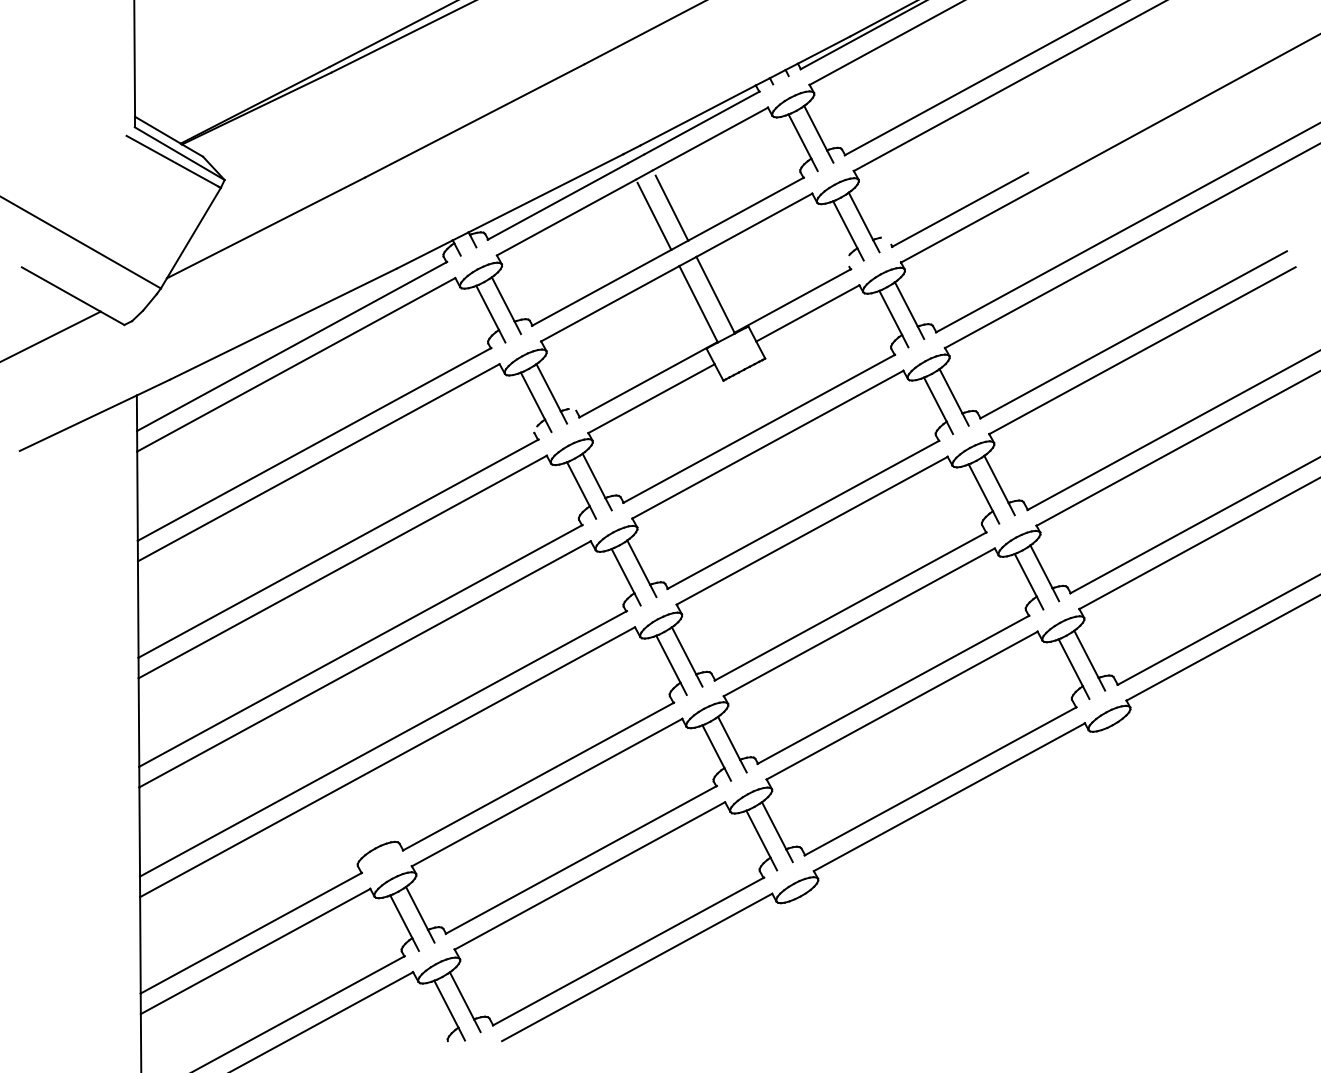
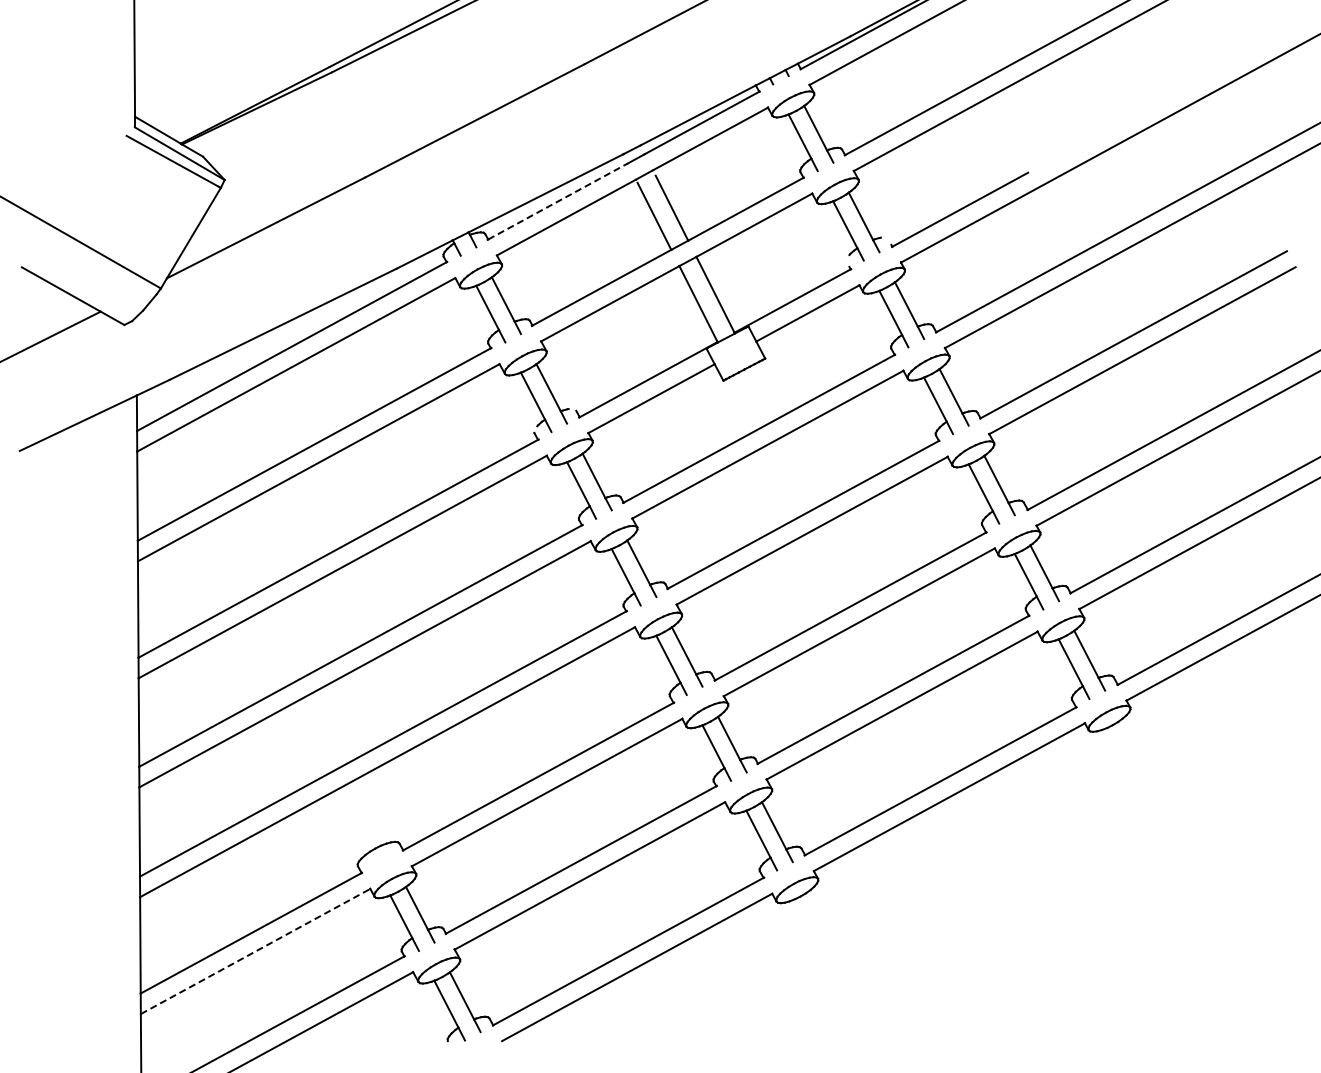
line at (558, 201): solid -> dashed
line at (255, 951): solid -> dashed
